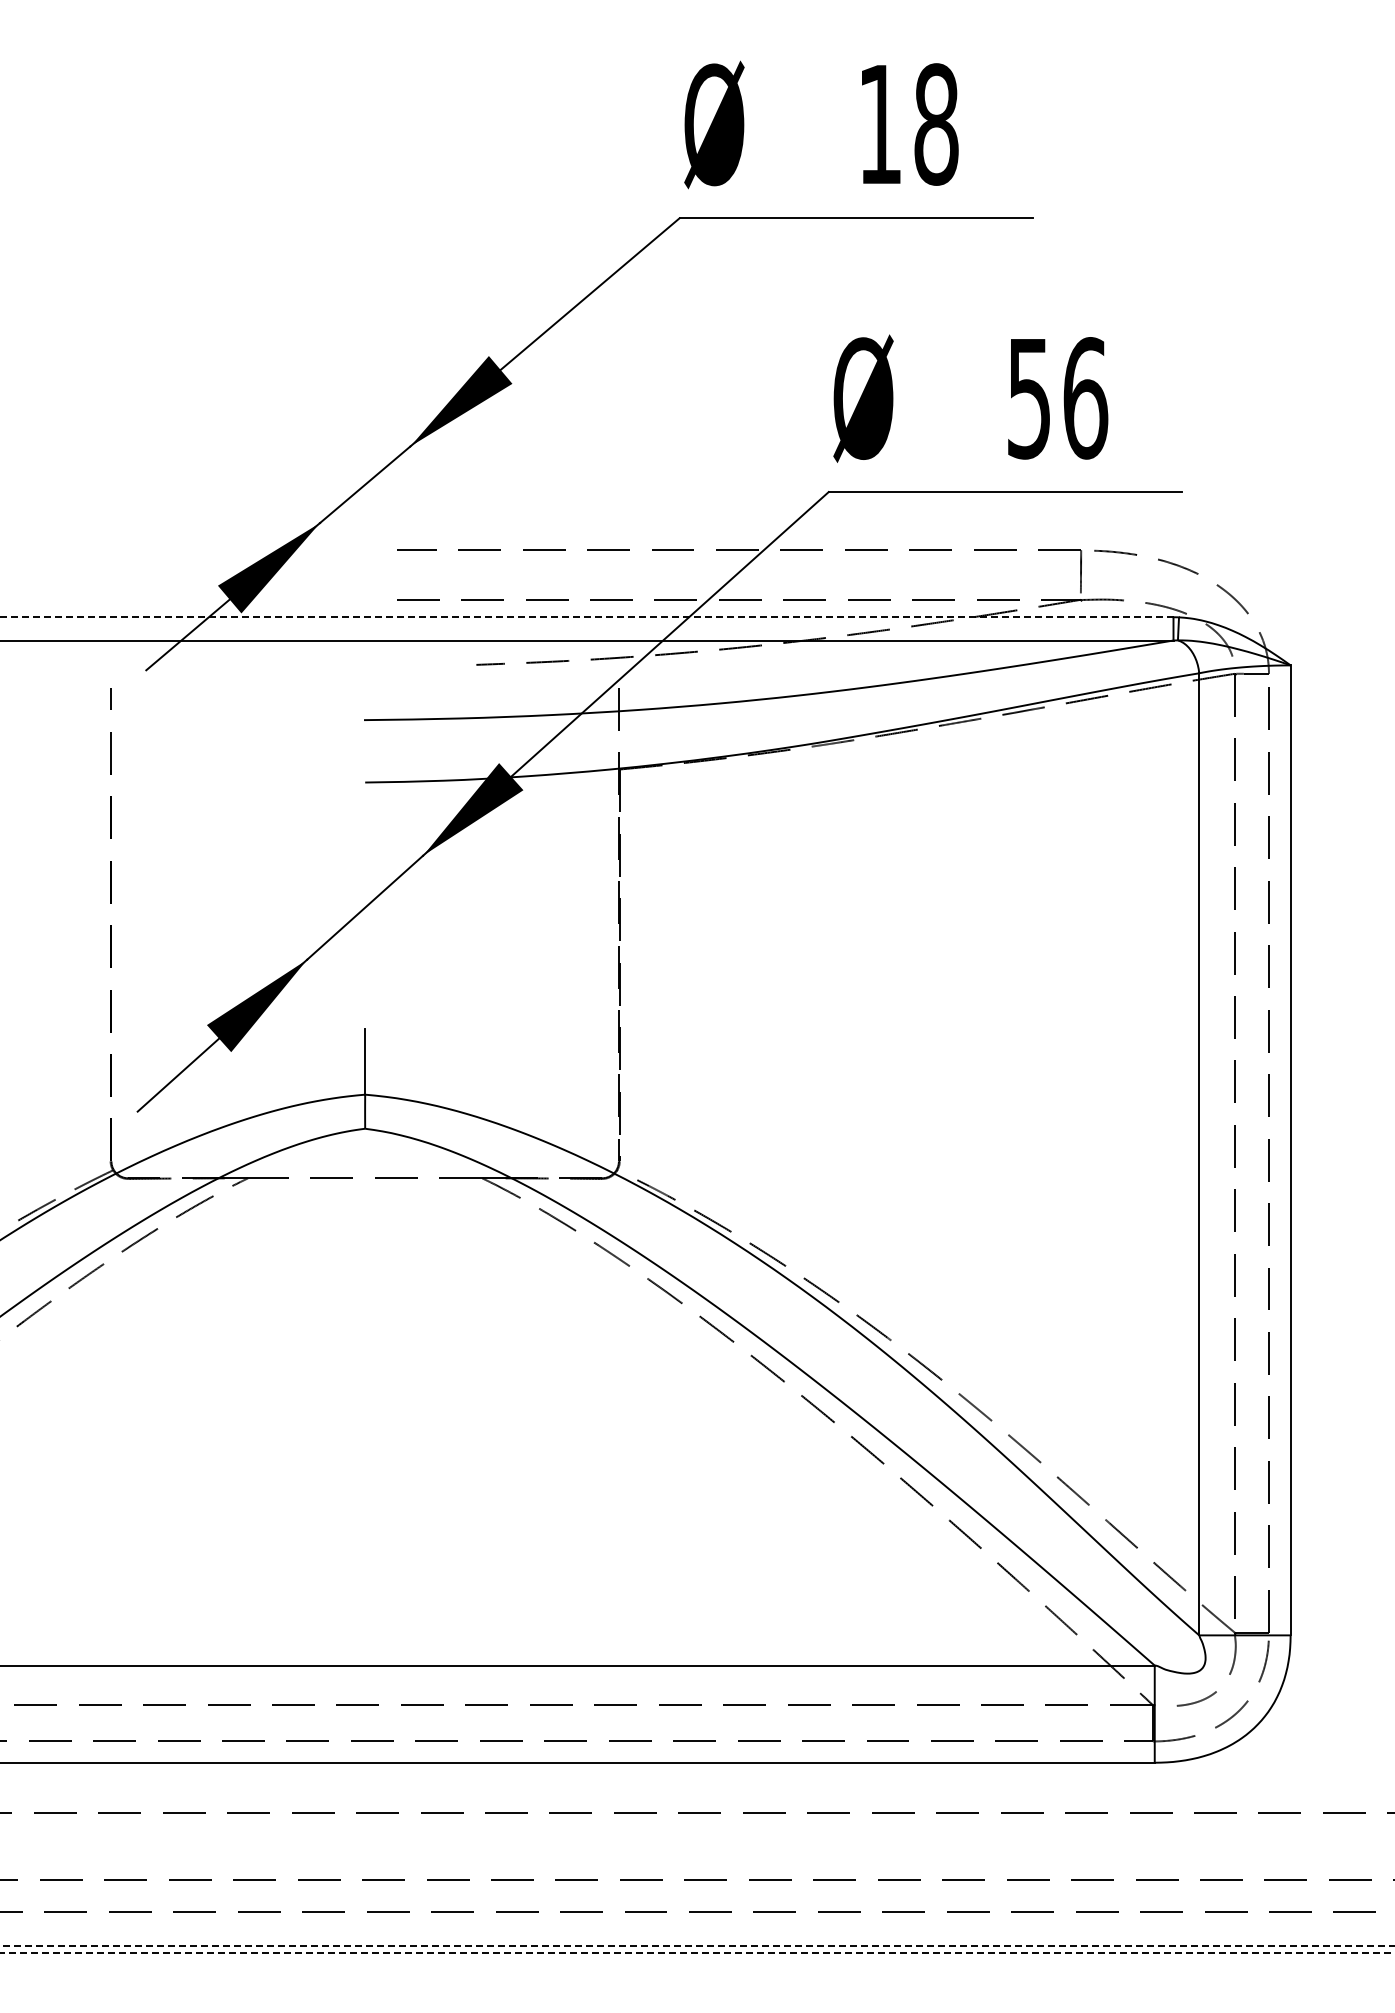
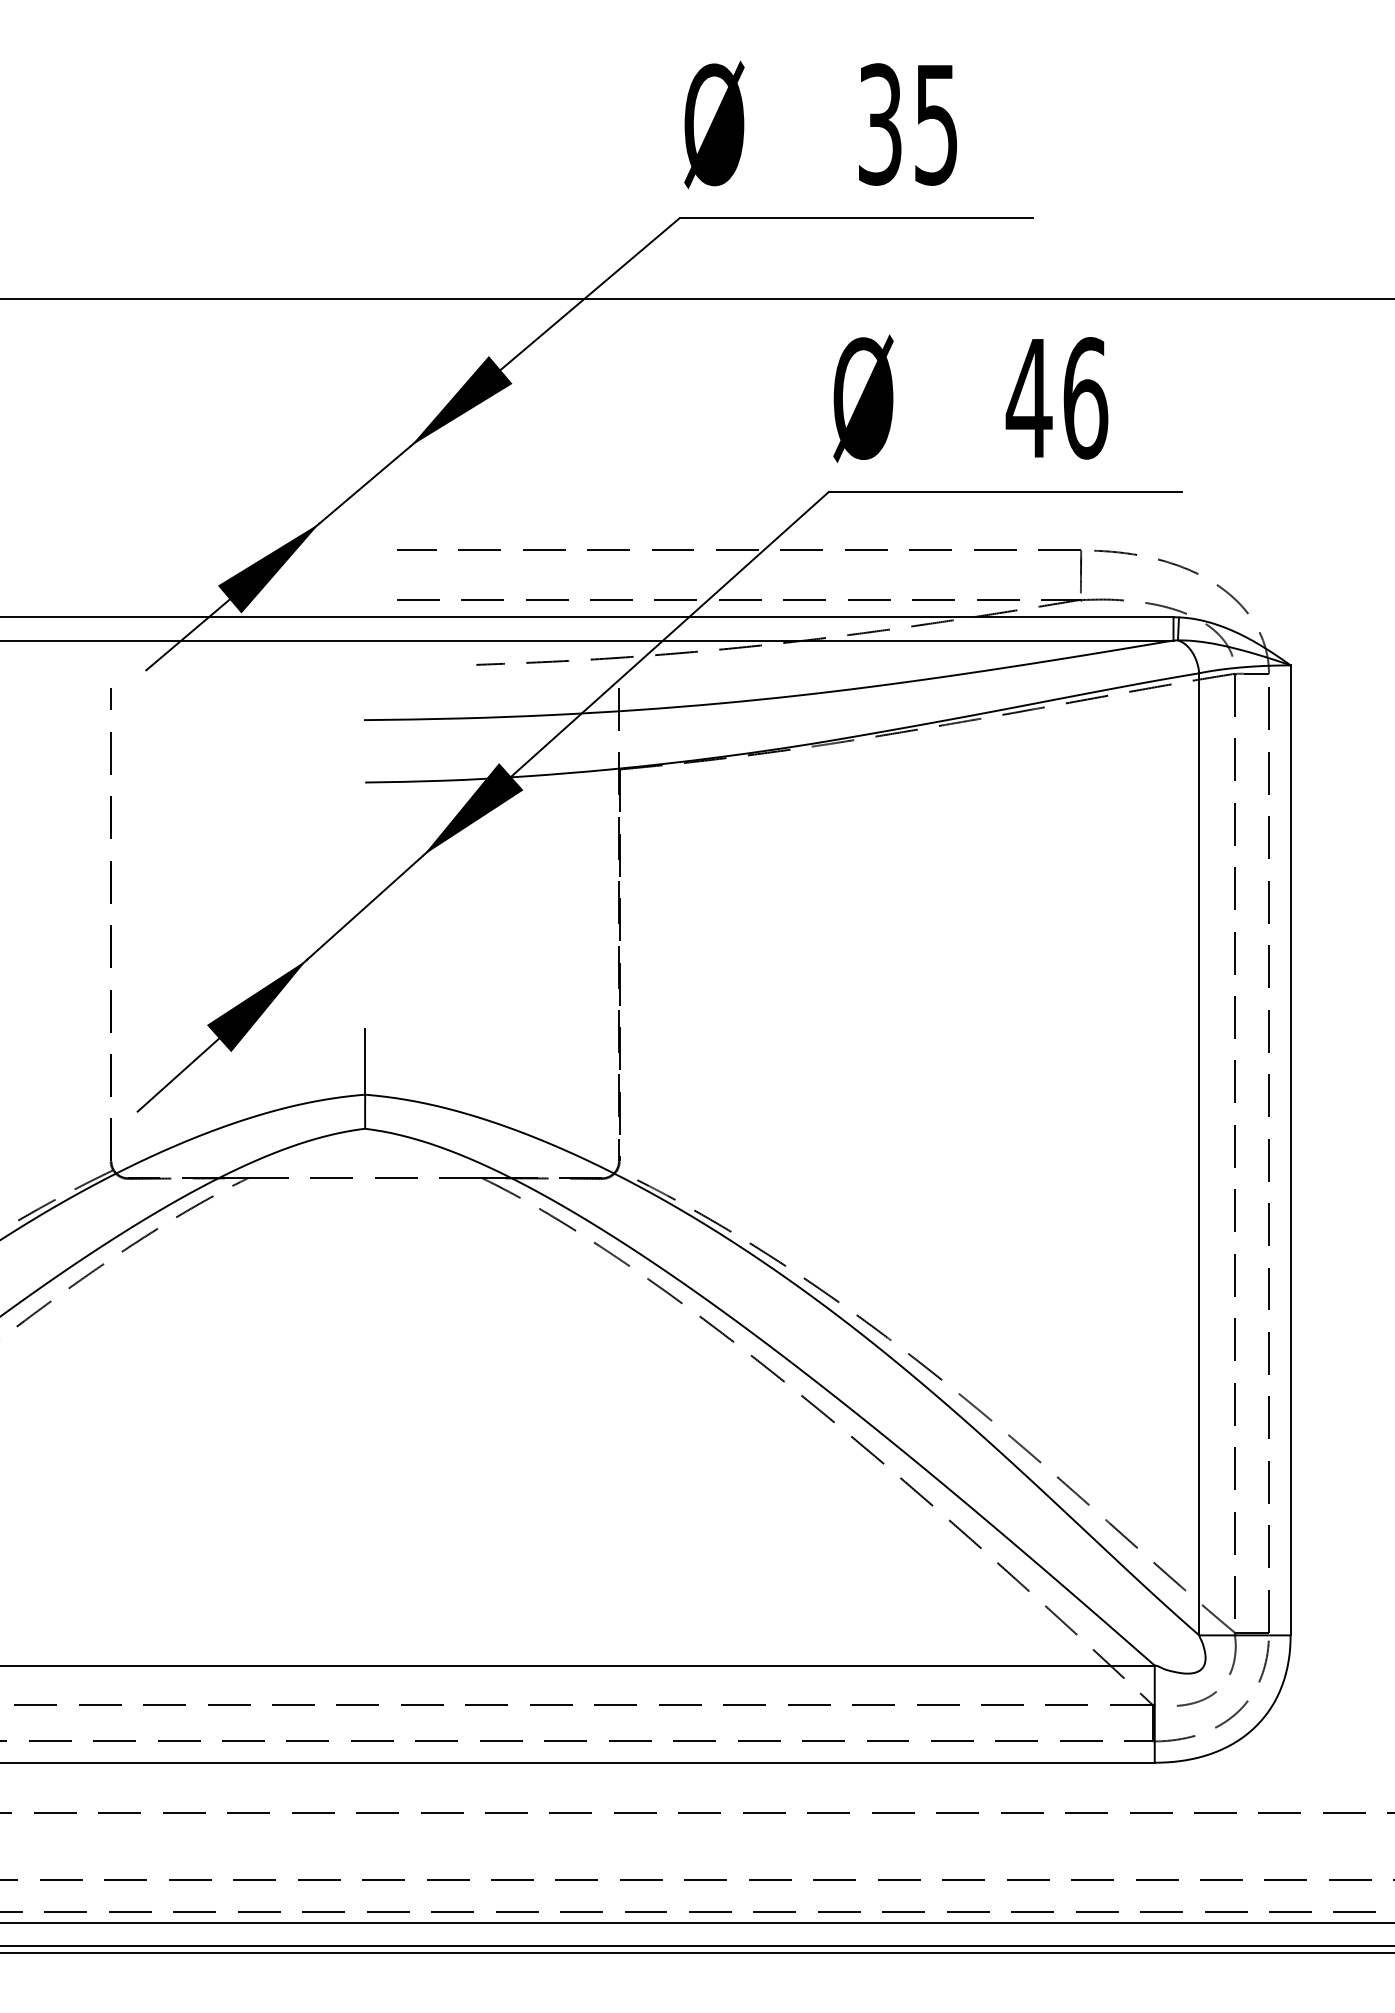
text at (908, 124): 18 -> 35
line at (696, 298): none -> present
text at (1028, 399): 56 -> 46
line at (586, 617): dashed -> solid
line at (696, 1922): none -> present
line at (697, 1946): dashed -> solid
line at (698, 1952): dashed -> solid
